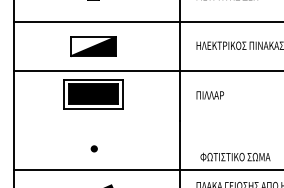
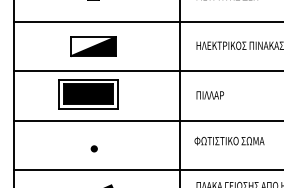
part at (93, 94) position: (93, 94) -> (88, 94)
line at (146, 120): none -> present
text at (235, 156) position: (235, 156) -> (229, 140)
